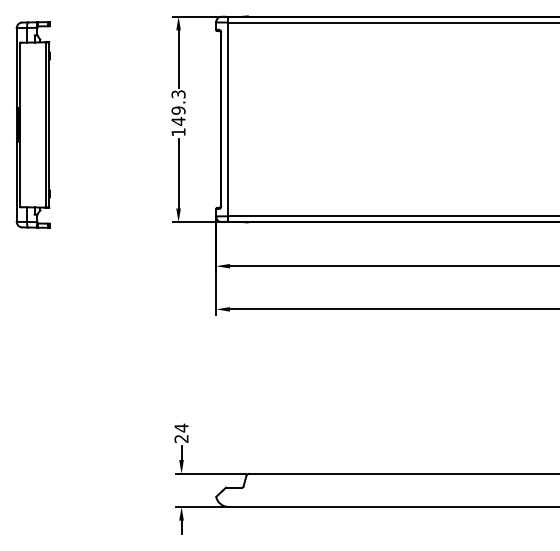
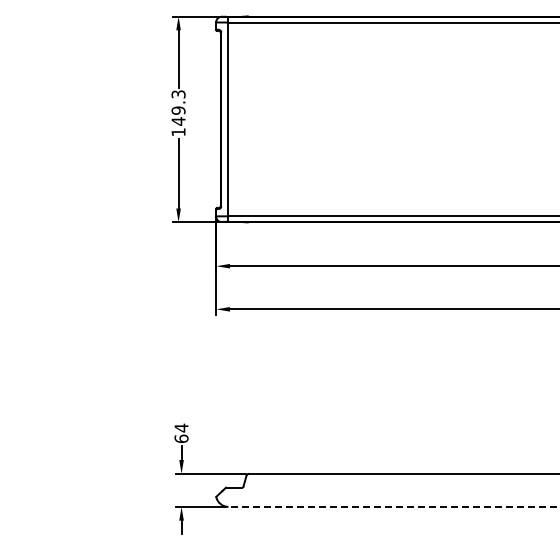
part at (32, 124): present -> none
text at (181, 438): 24 -> 64
line at (393, 506): solid -> dashed
